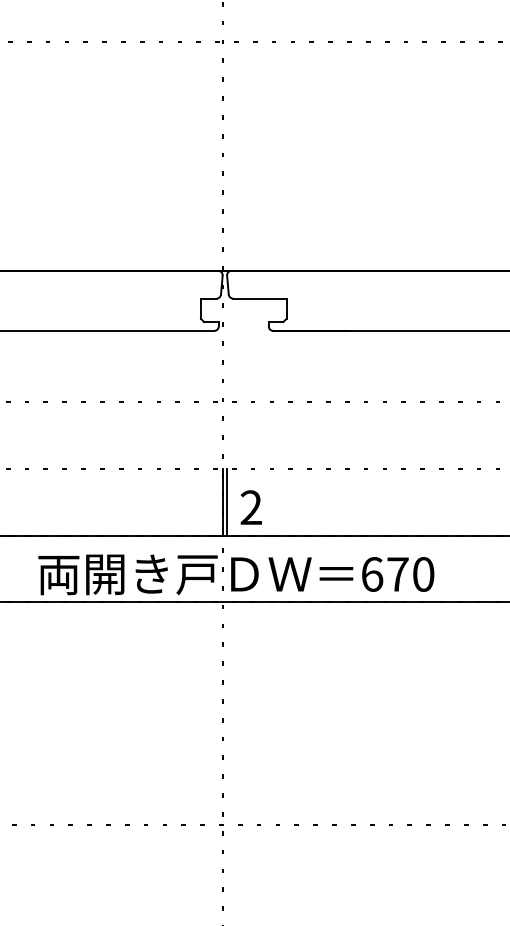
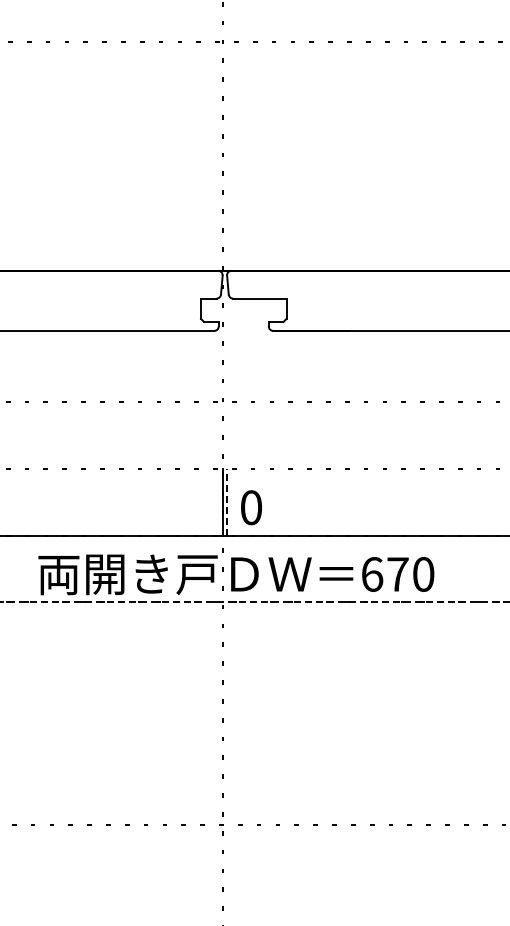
line at (227, 501): solid -> dashed
text at (251, 507): 2 -> 0
line at (255, 602): solid -> dashed
